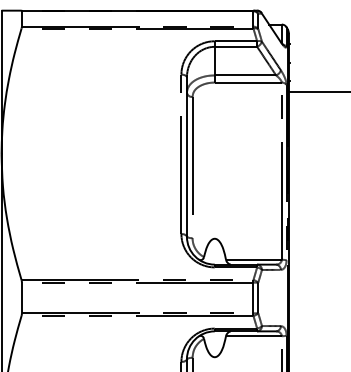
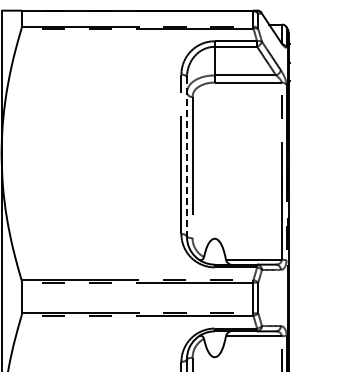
line at (317, 92): present -> none
line at (186, 157): solid -> dashed
